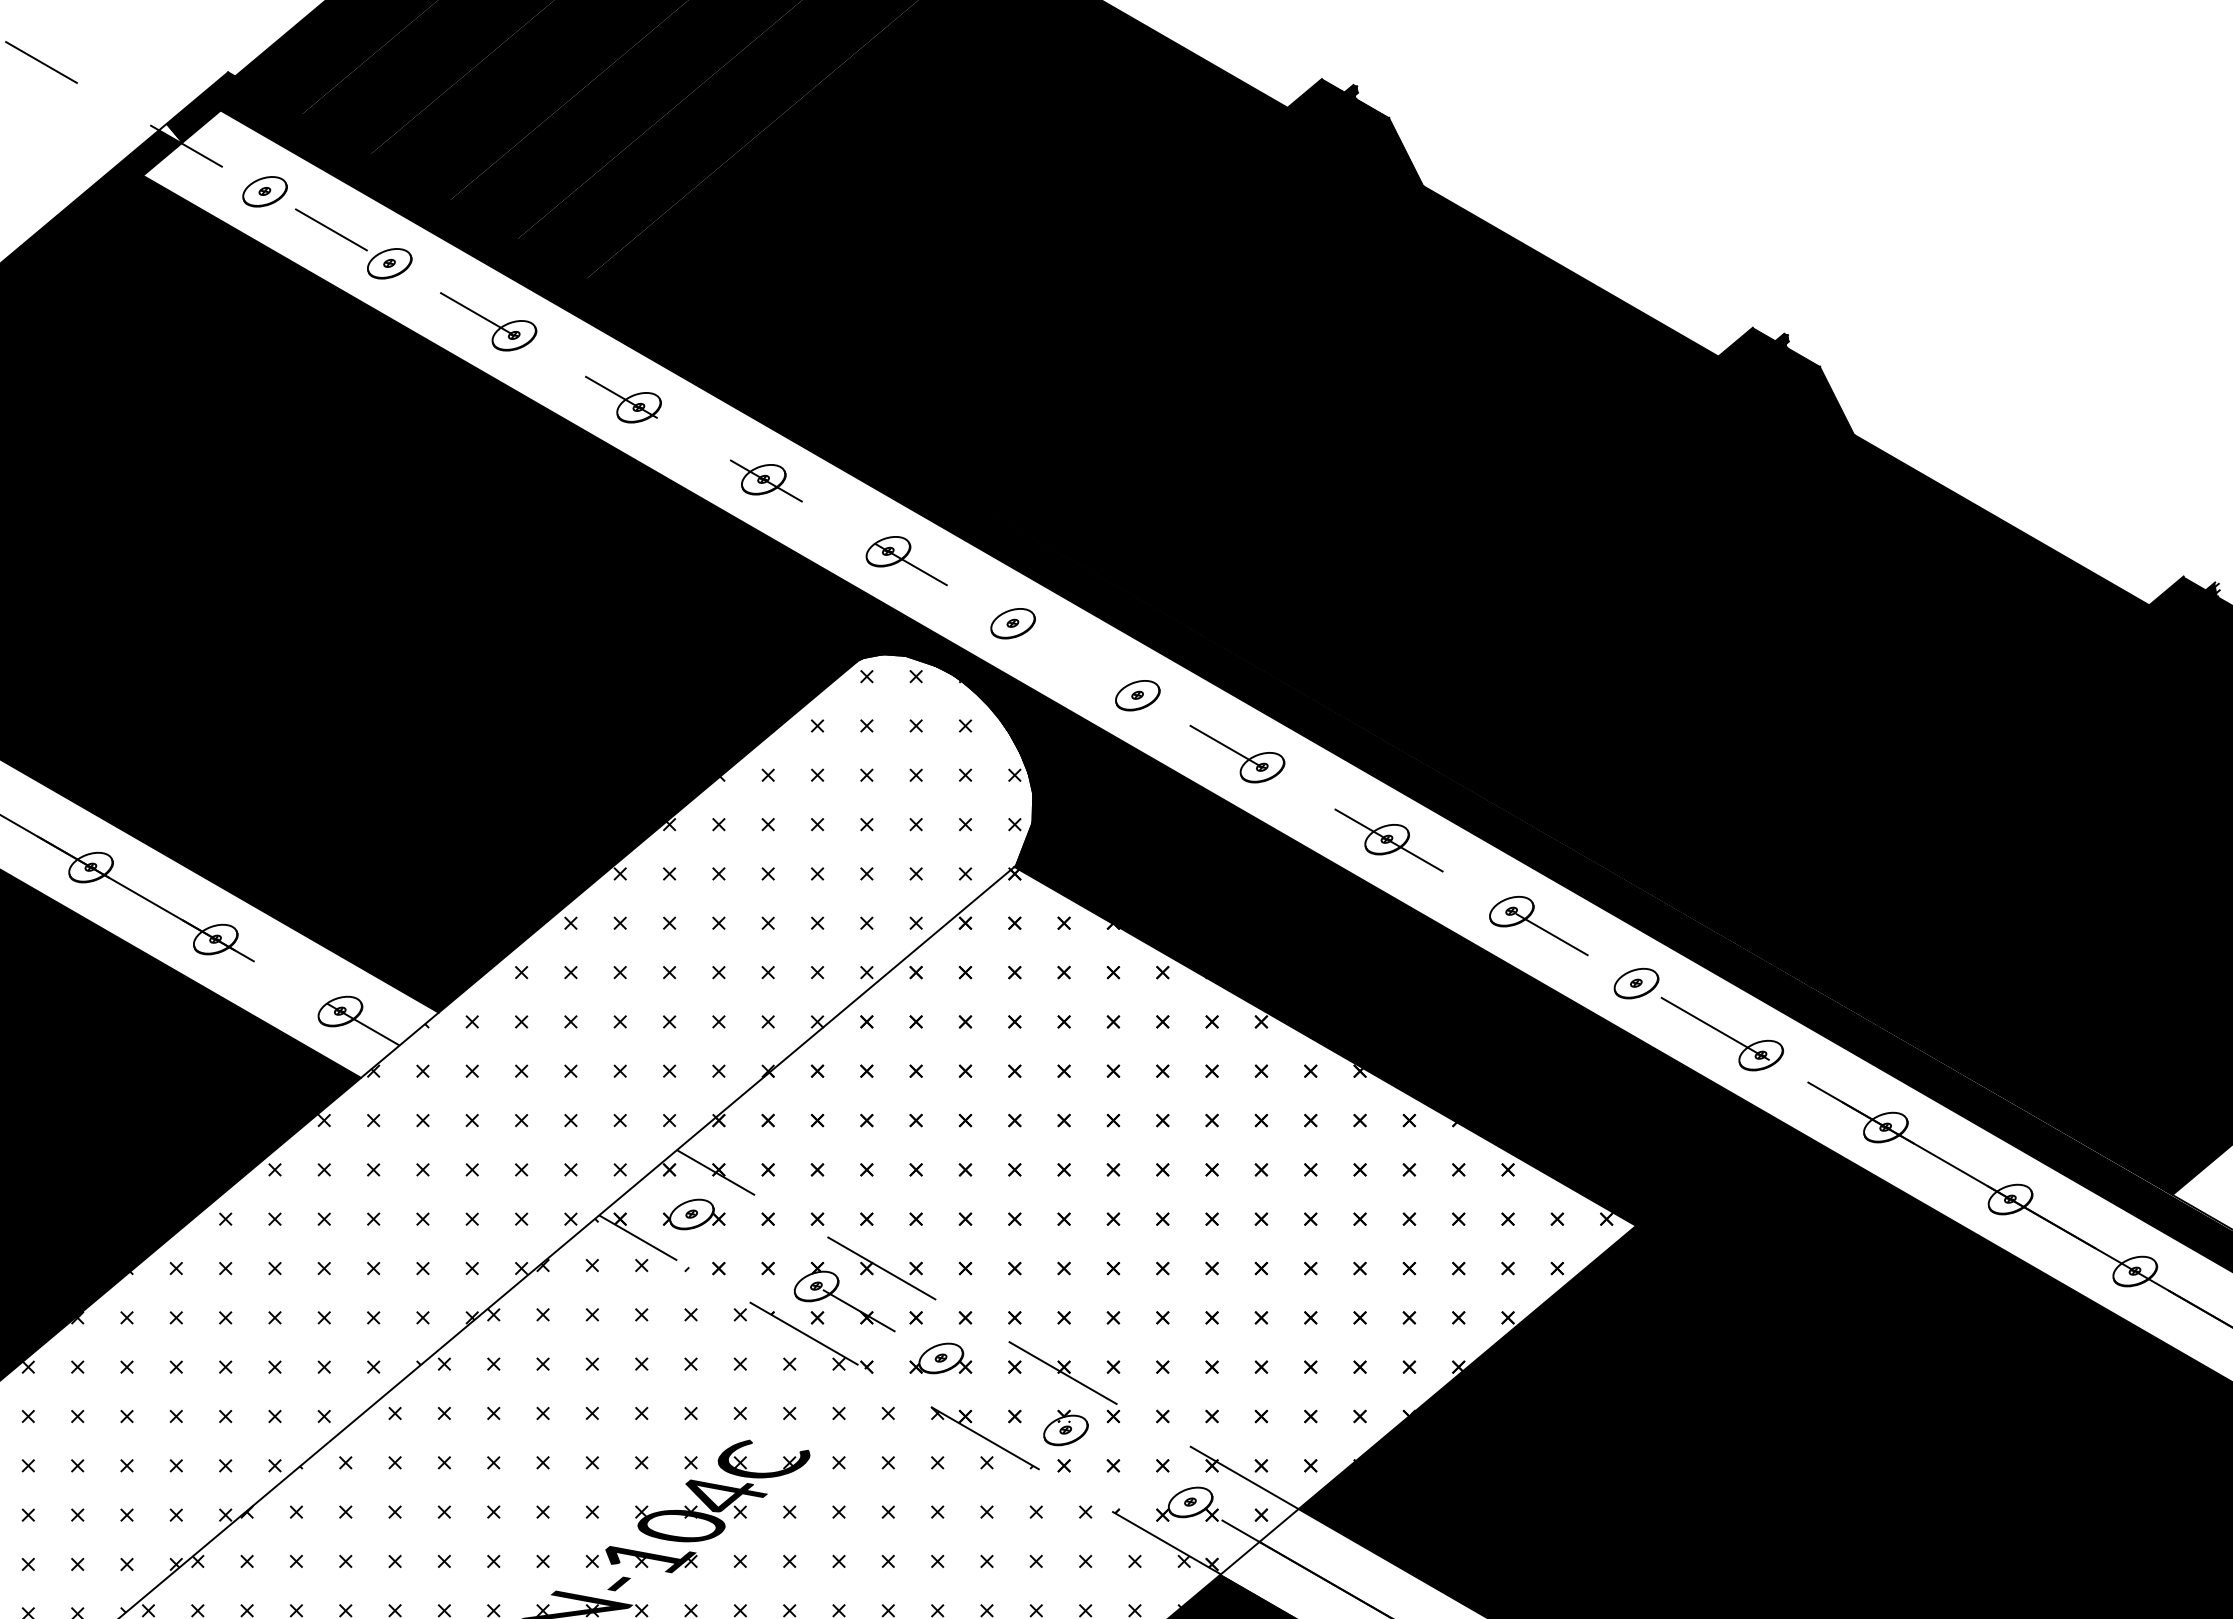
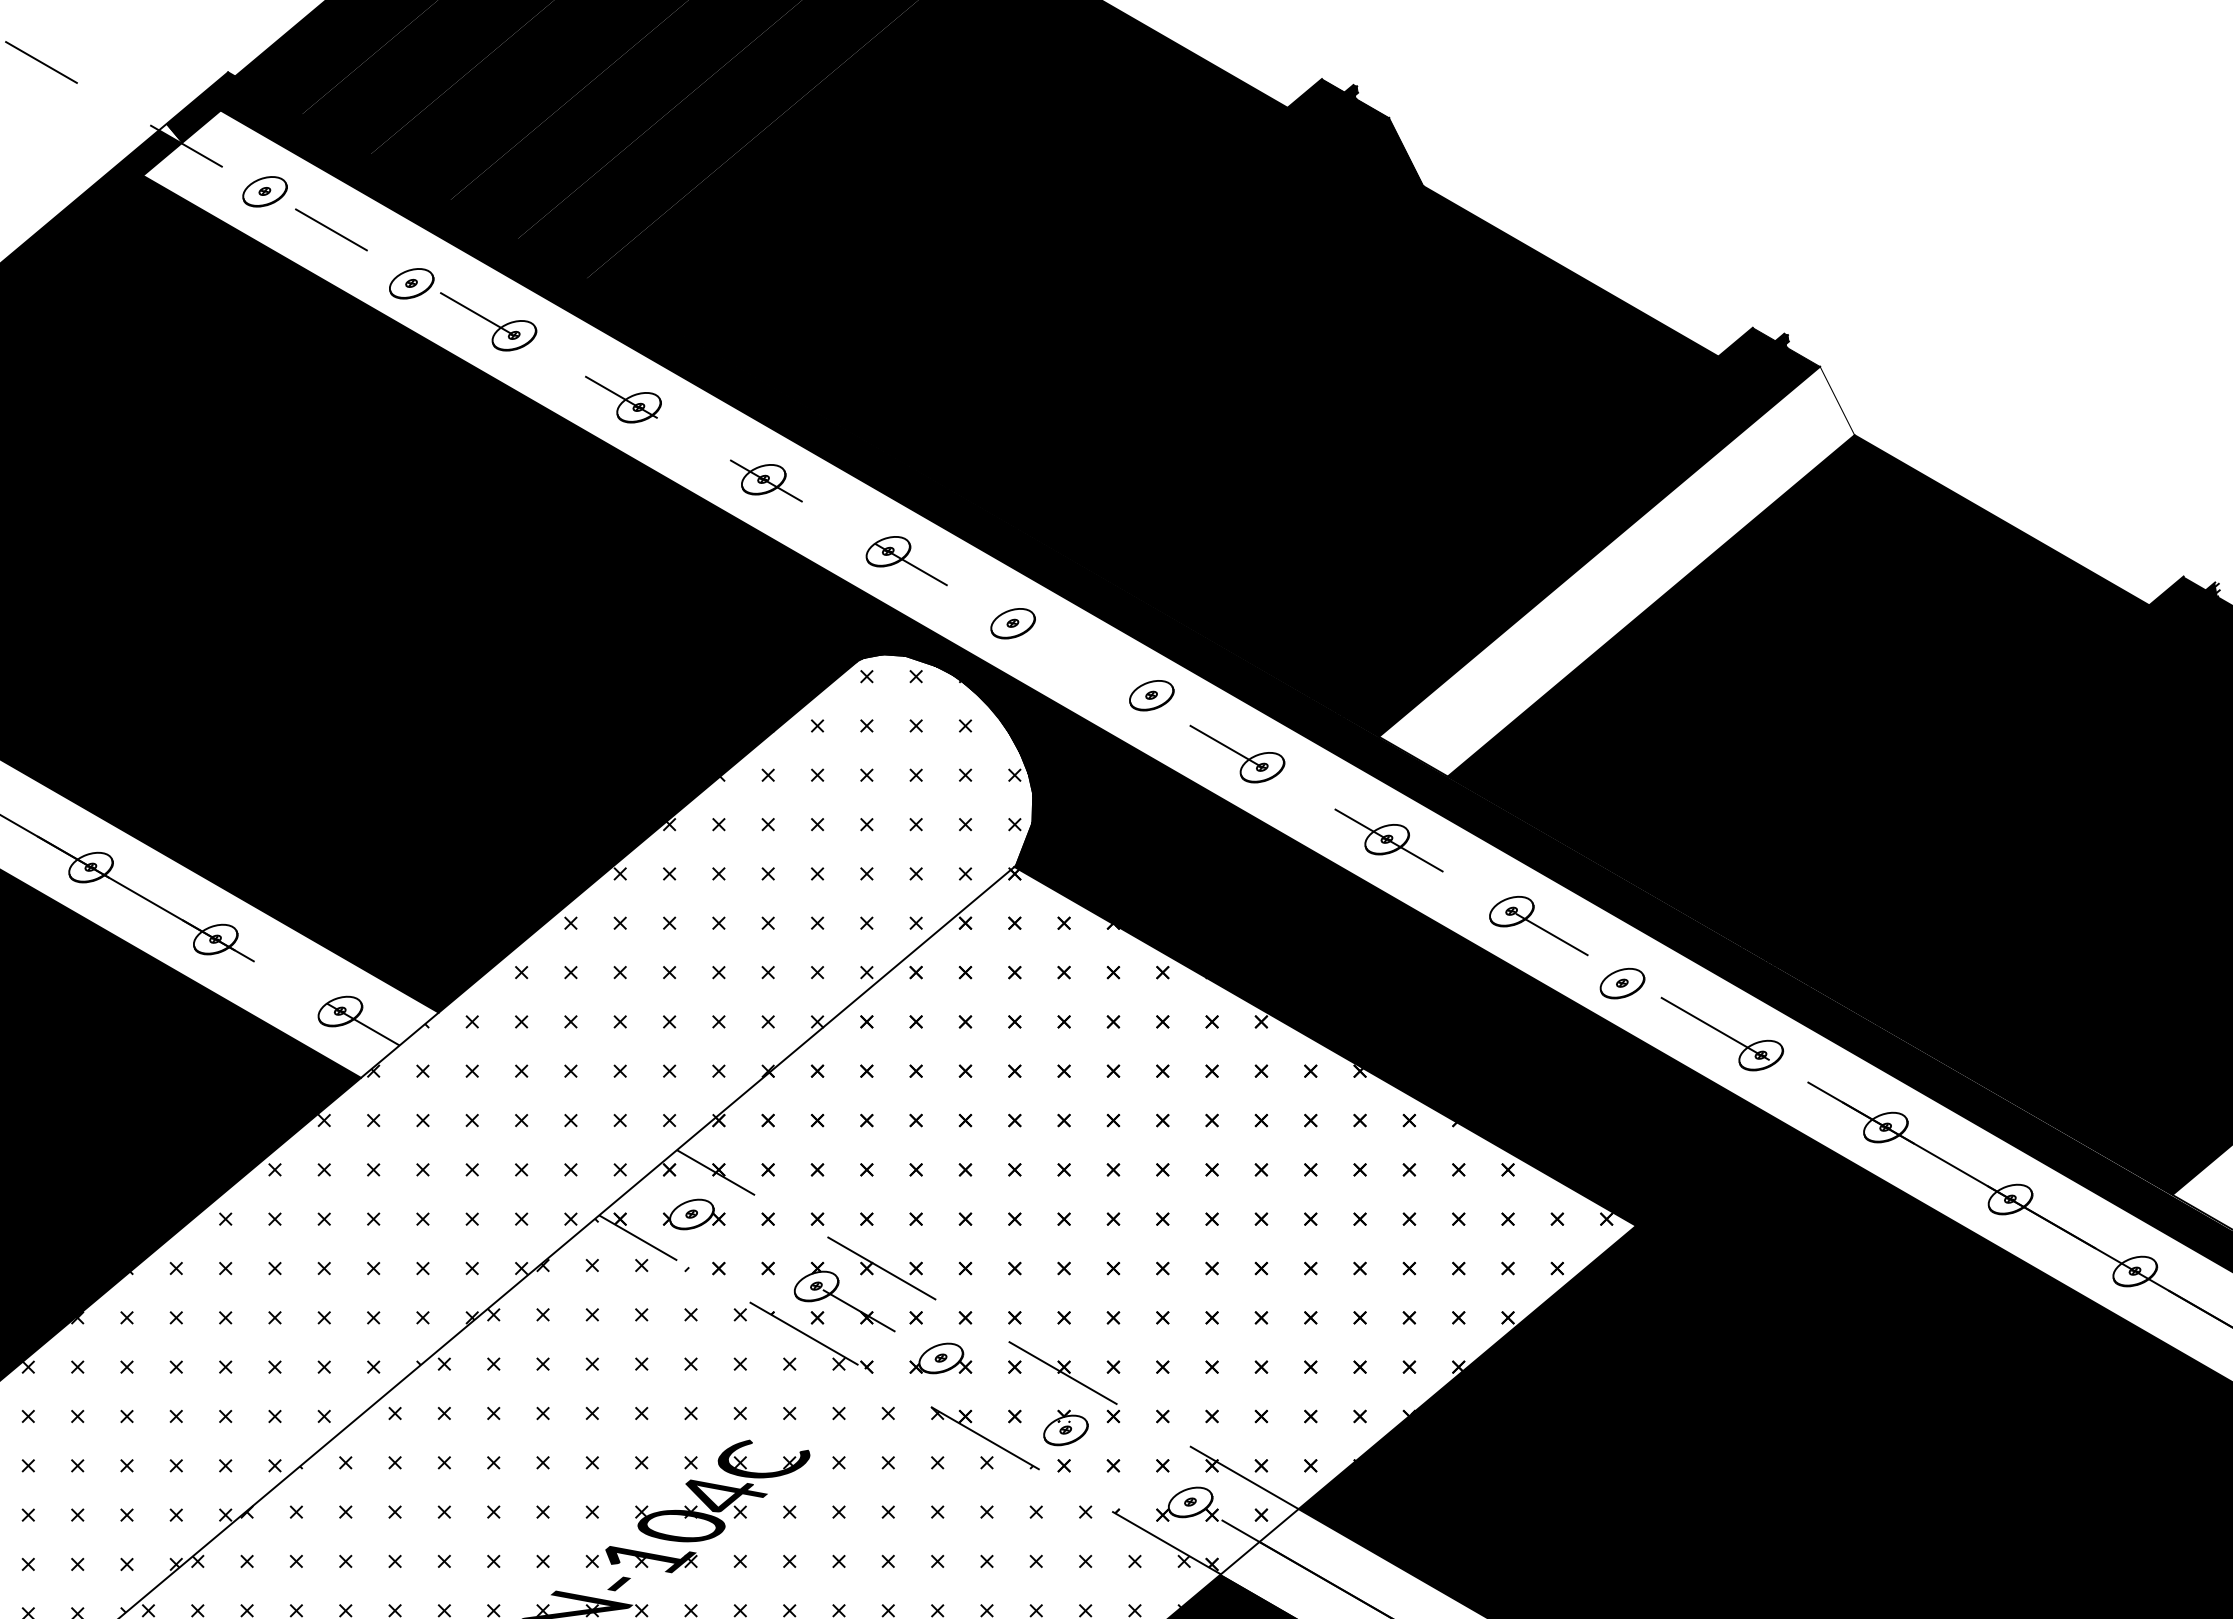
part at (389, 263) position: (389, 263) -> (411, 283)
fill at (1616, 571): present -> none
part at (1137, 695) position: (1137, 695) -> (1151, 695)
part at (1636, 983) position: (1636, 983) -> (1622, 983)
